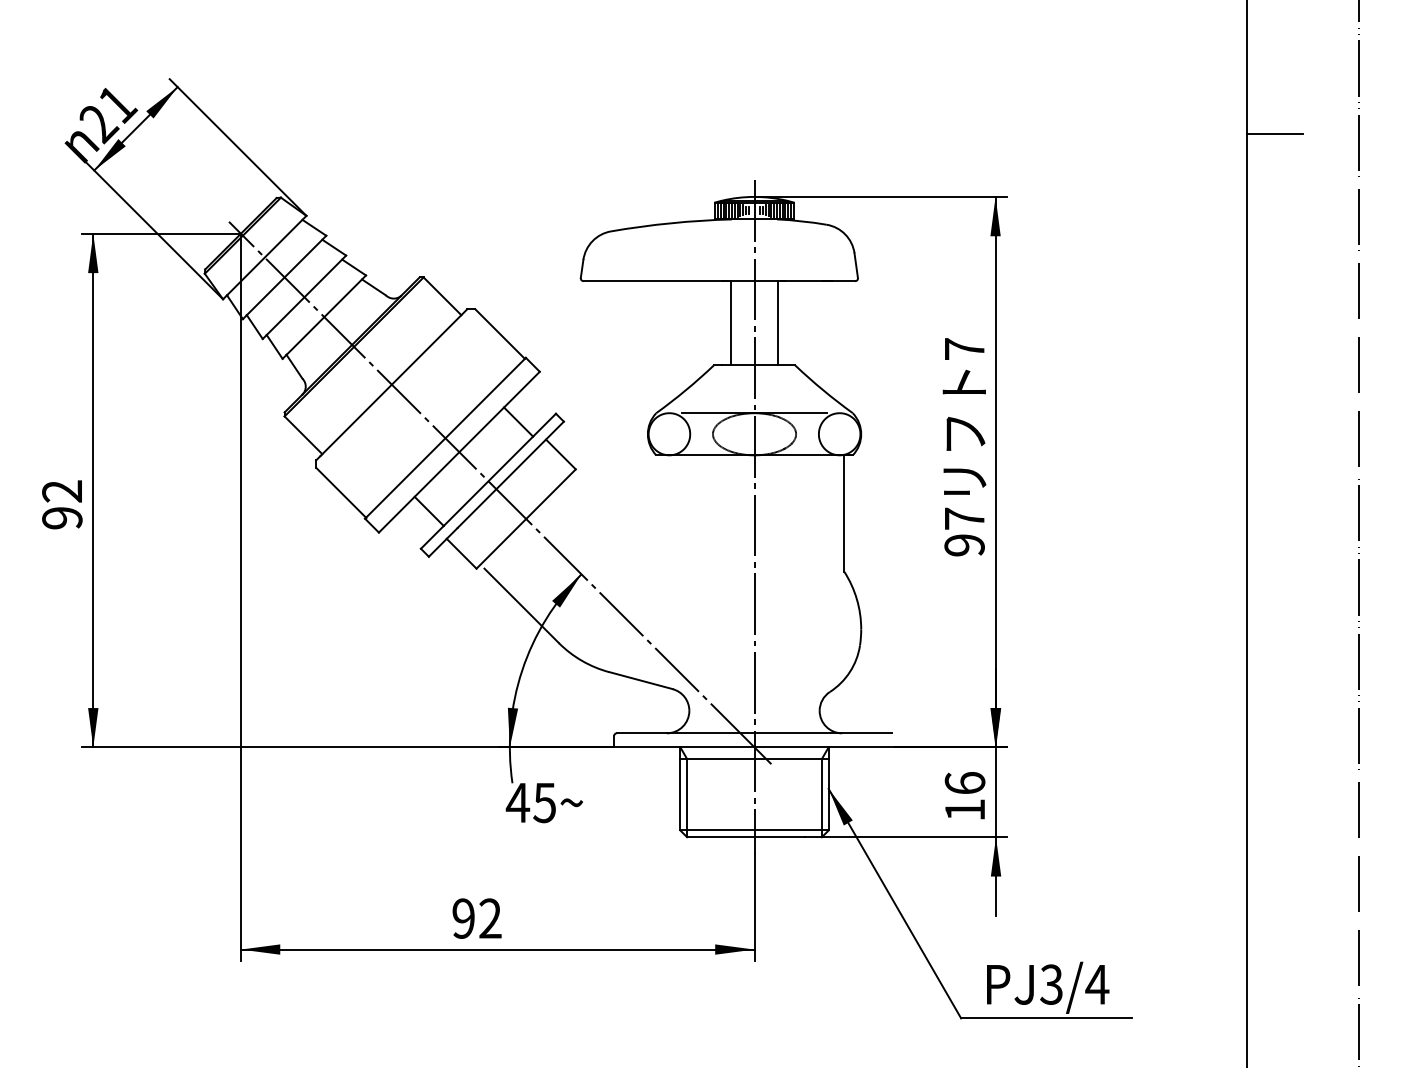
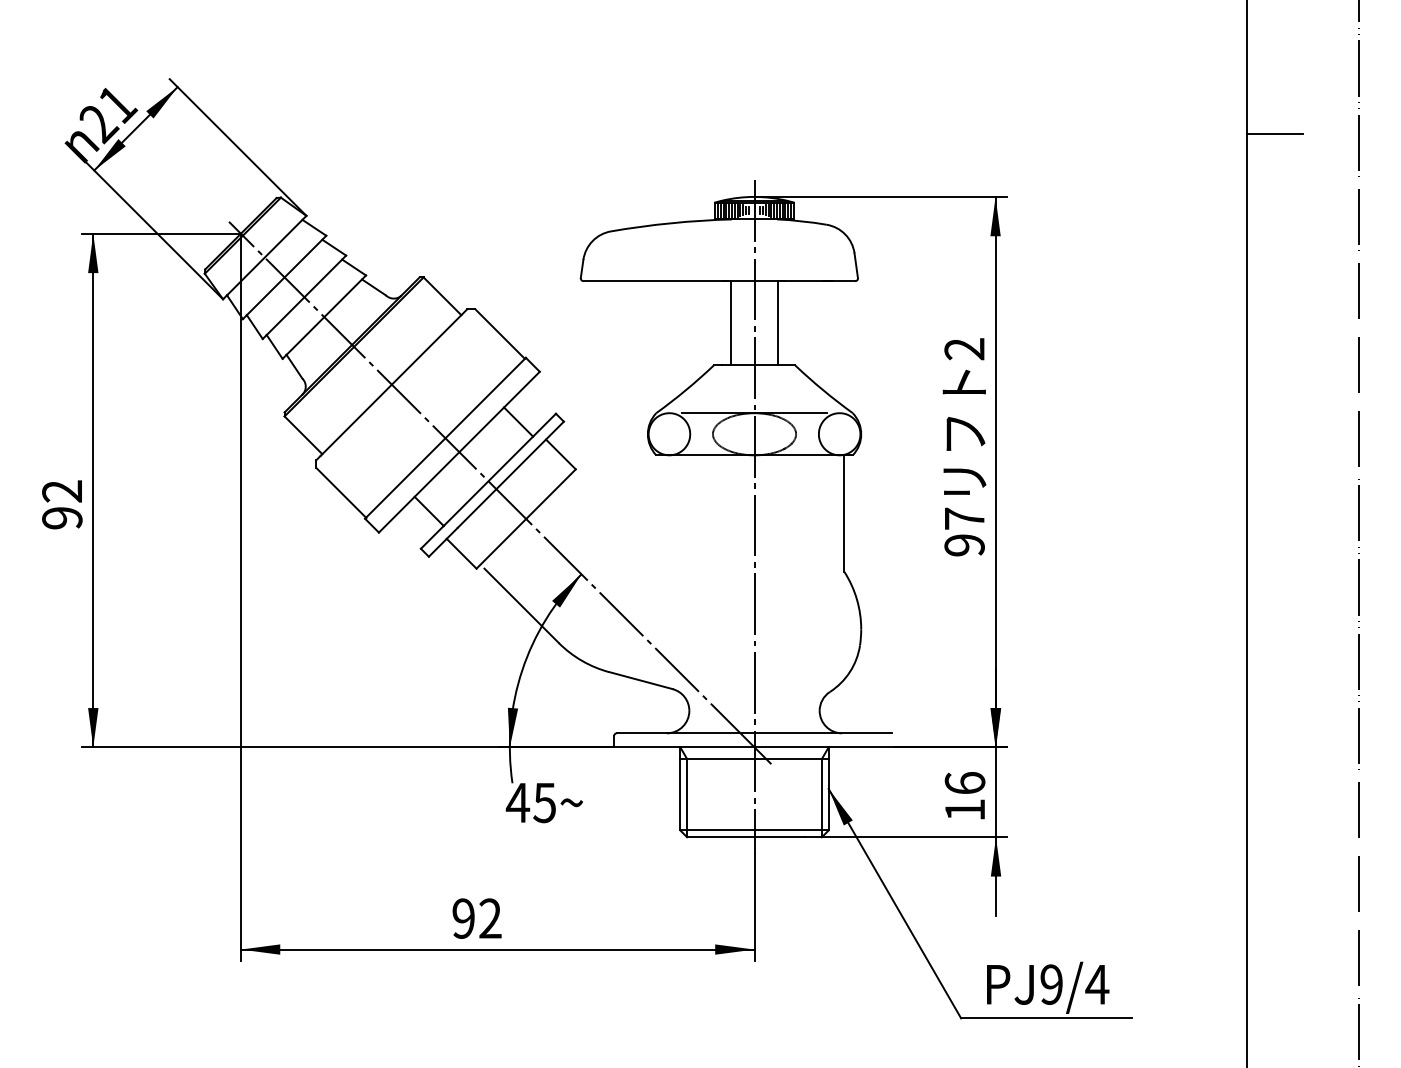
text at (964, 349): 7 -> 2
text at (1051, 984): PJ3/4 -> PJ9/4
